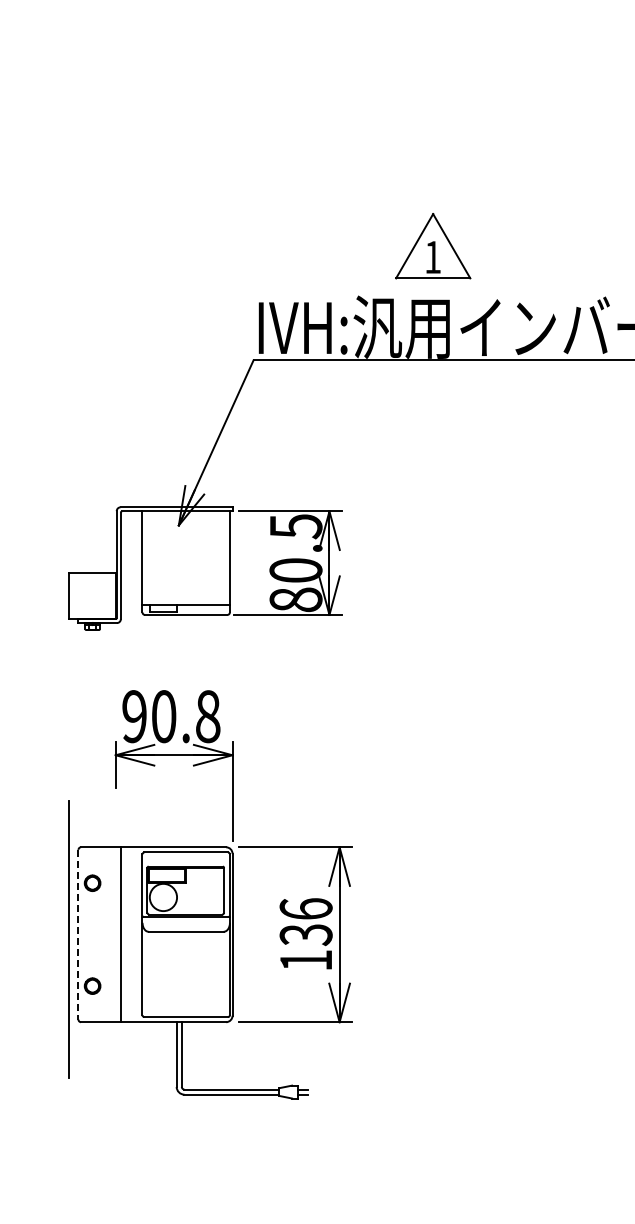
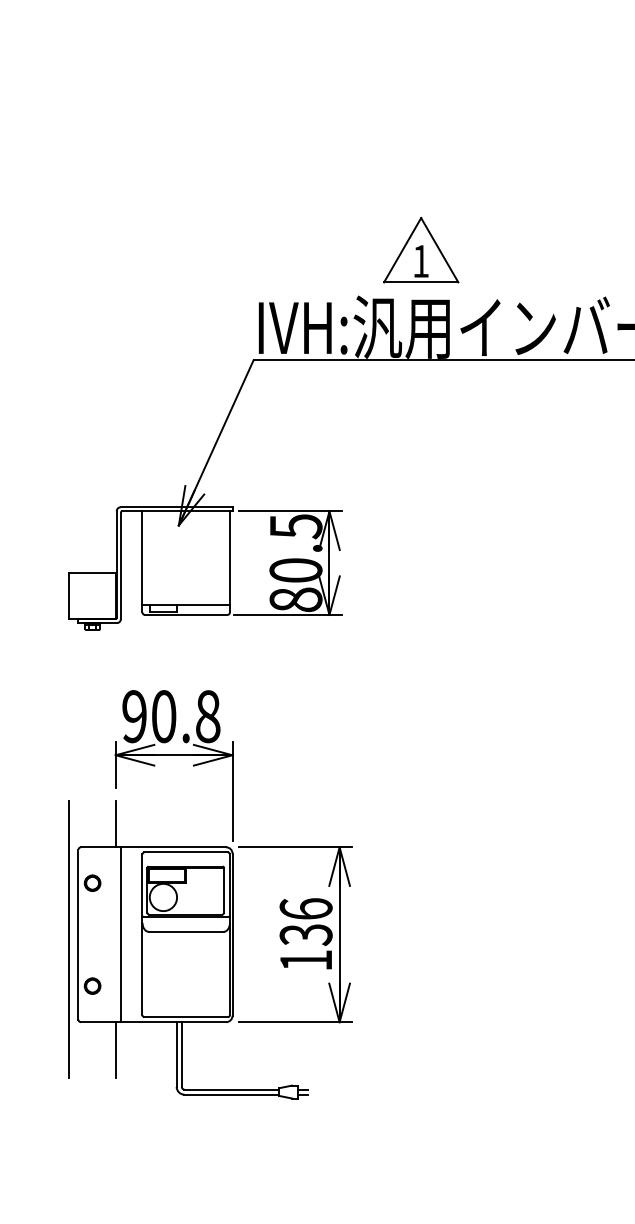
part at (433, 246) position: (433, 246) -> (421, 250)
line at (115, 824): none -> present
line at (78, 934): dashed -> solid
line at (115, 1049): none -> present
